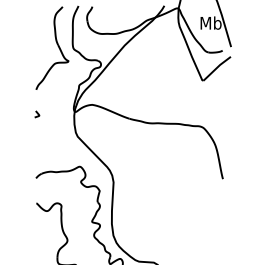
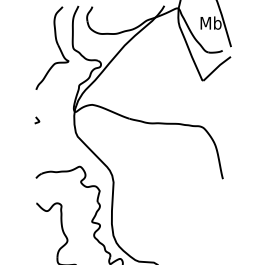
curve at (37, 114) position: (37, 114) -> (37, 120)
